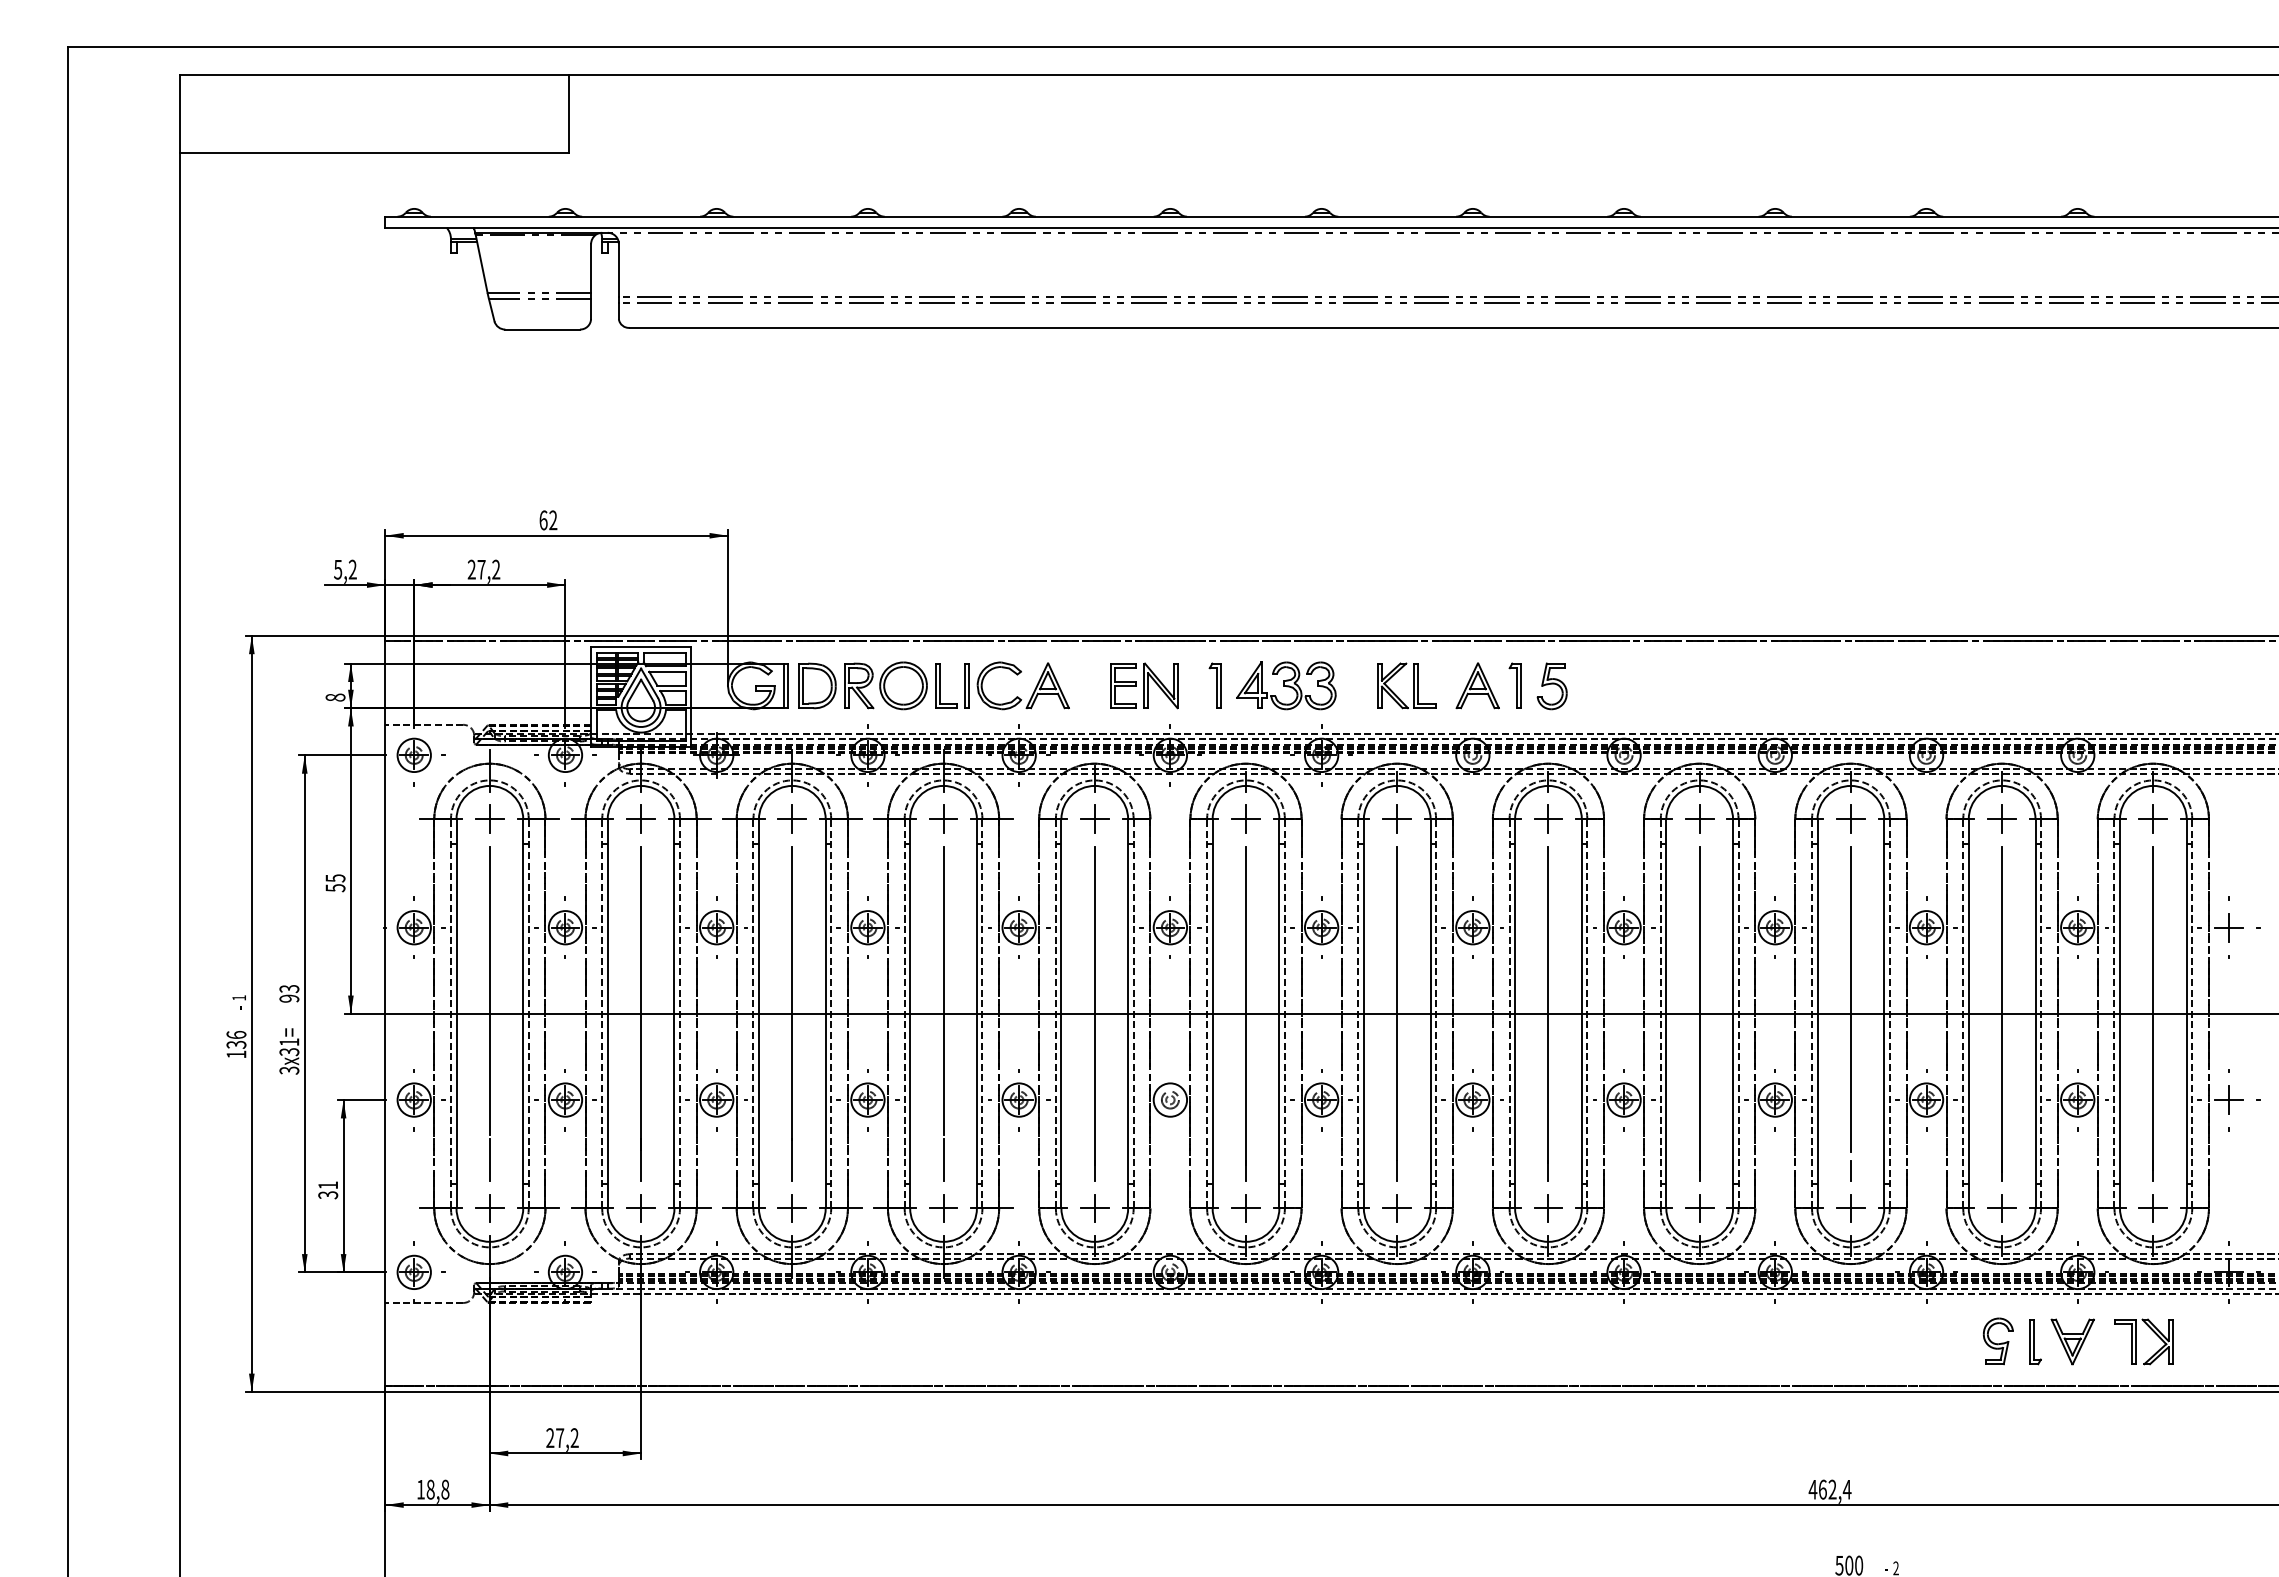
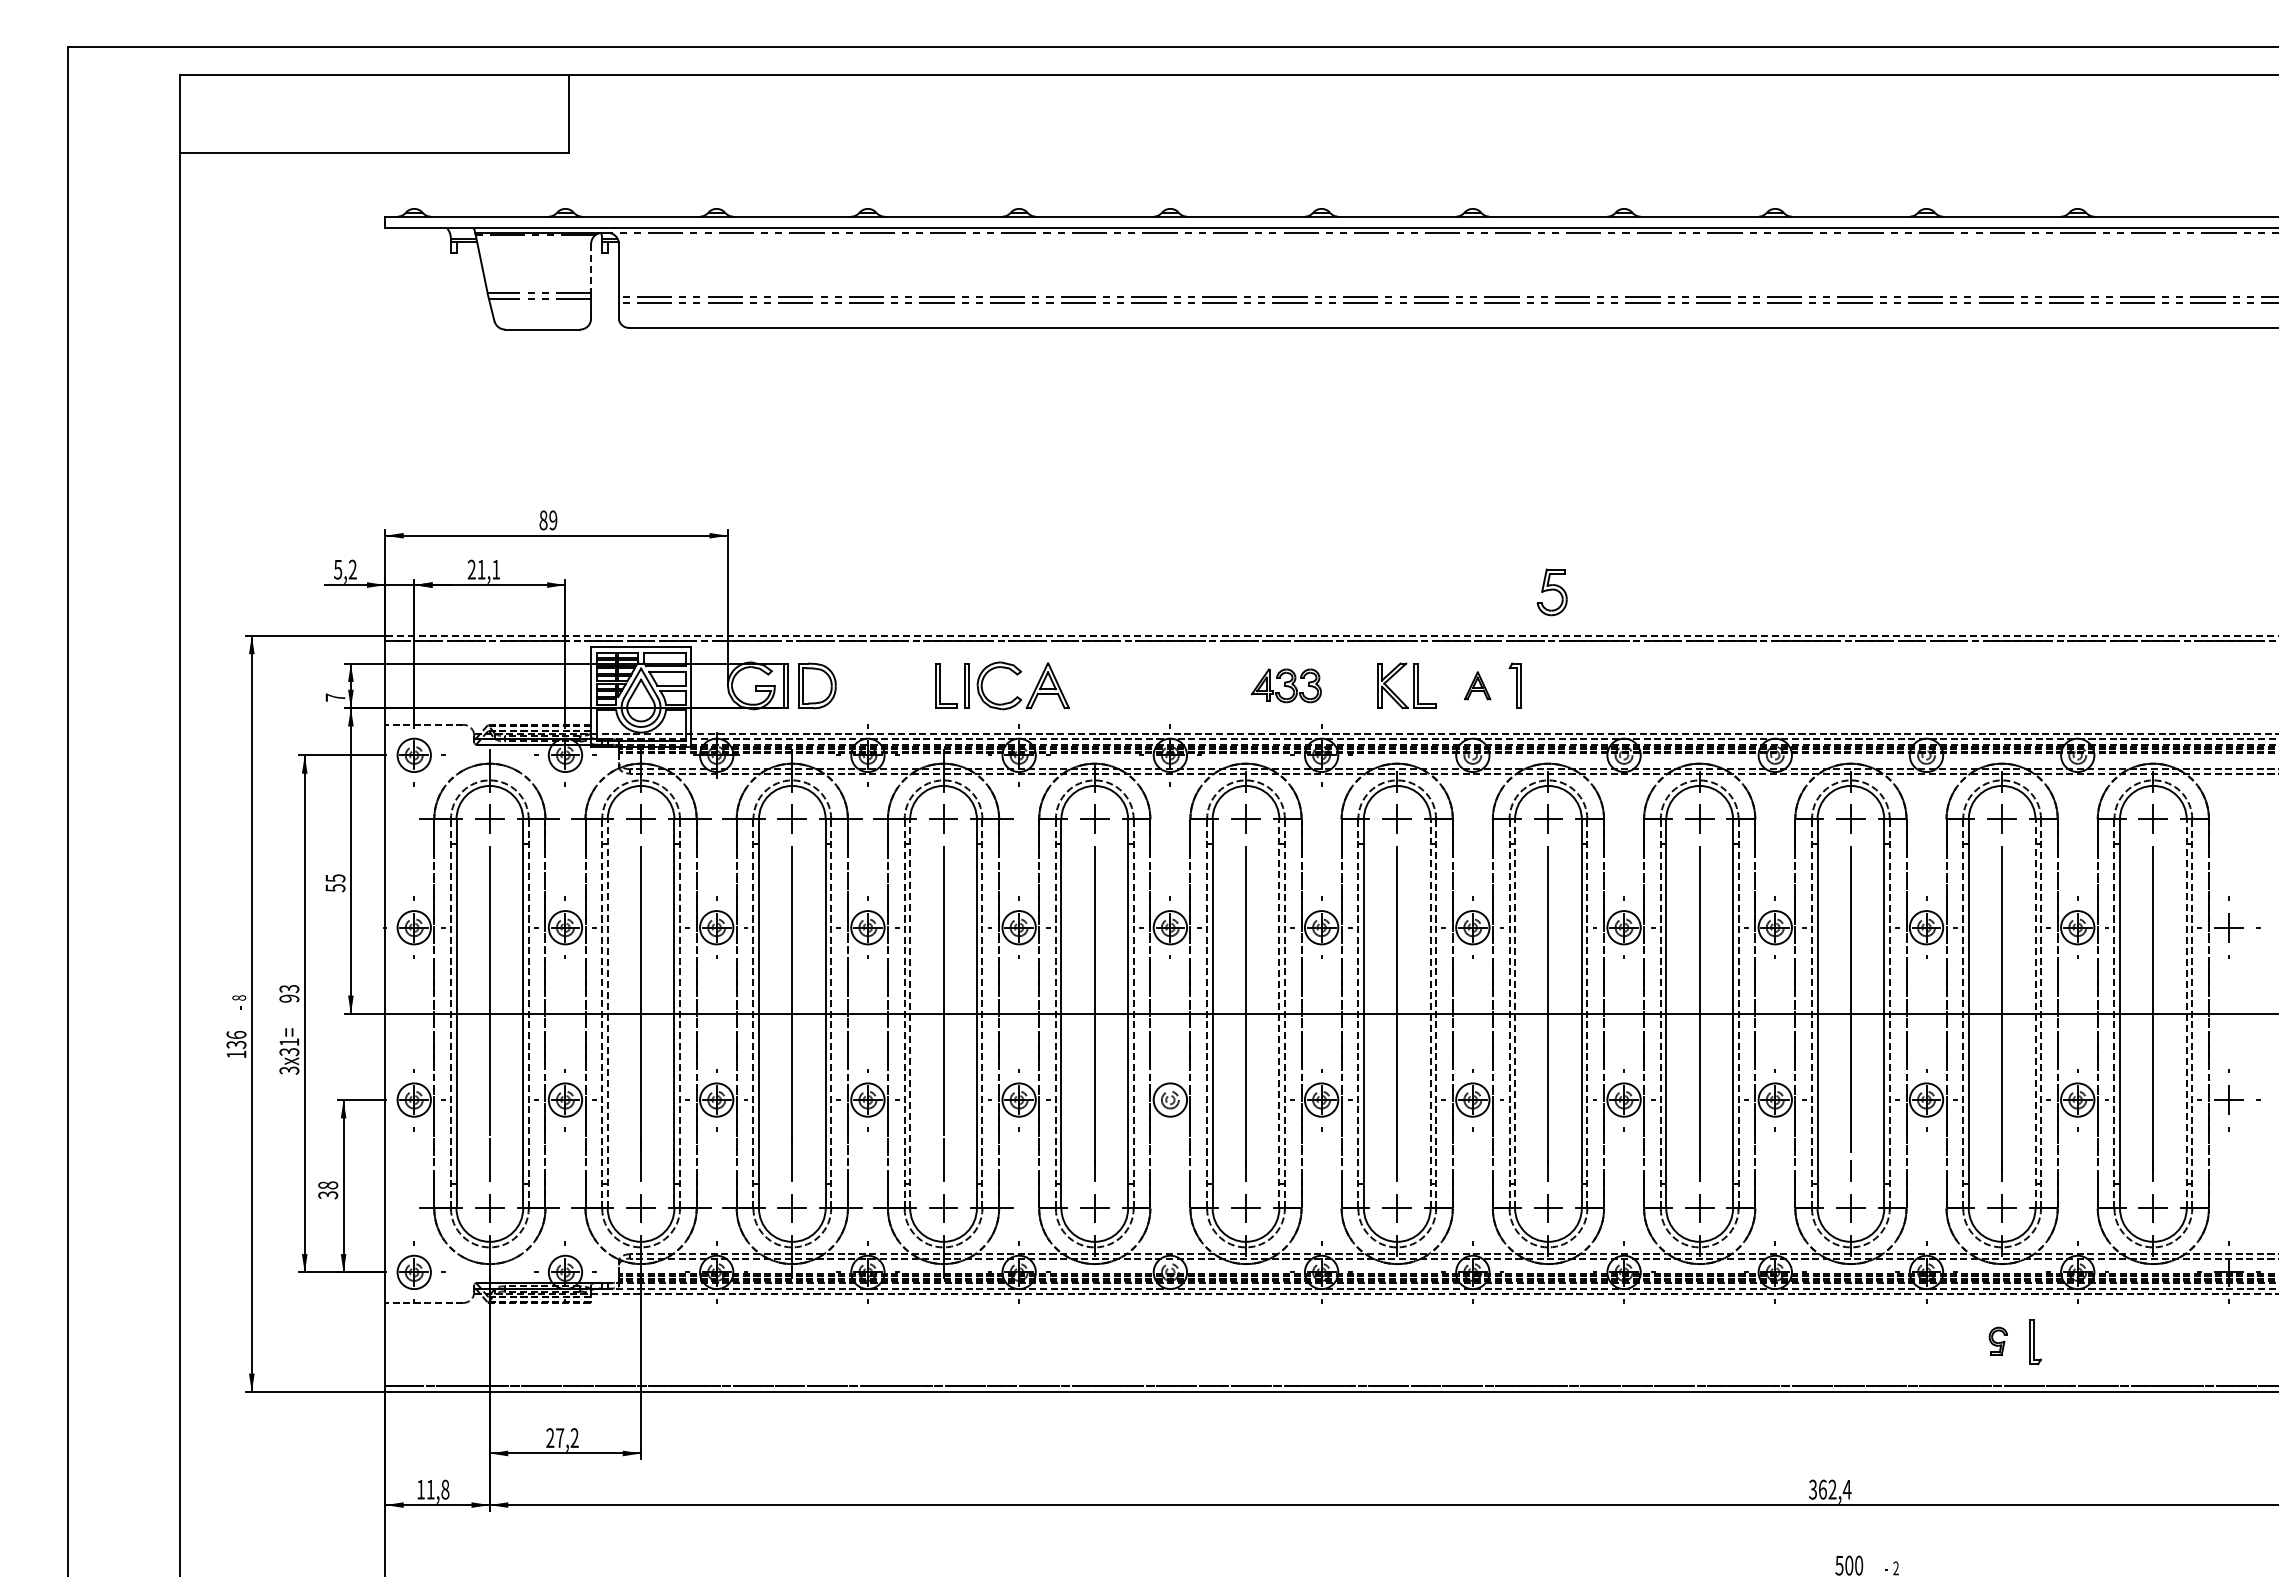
line at (591, 269): solid -> dashed
text at (548, 520): 62 -> 89
text at (488, 569): 27,2 -> 21,1
line at (1331, 635): solid -> dashed
part at (885, 685): present -> none
part at (1144, 685): present -> none
part at (1214, 685): present -> none
part at (1286, 685) size: 101x50 px -> 72x36 px
part at (1477, 685) size: 45x48 px -> 28x30 px
part at (1551, 686) position: (1551, 686) -> (1551, 592)
text at (335, 697): 8 -> 7
text at (239, 997): 1 -> 8
line at (607, 1013): solid -> dashed
line at (910, 1013): solid -> dashed
line at (1279, 1013): solid -> dashed
line at (1430, 1013): solid -> dashed
line at (1515, 1013): solid -> dashed
line at (2035, 1013): solid -> dashed
line at (2186, 1013): solid -> dashed
text at (328, 1185): 31 -> 38
part at (1998, 1341) size: 31x49 px -> 20x30 px
part at (2072, 1341): present -> none
part at (2136, 1341): present -> none
text at (430, 1489): 18,8 -> 11,8
text at (1812, 1489): 462,4 -> 362,4
